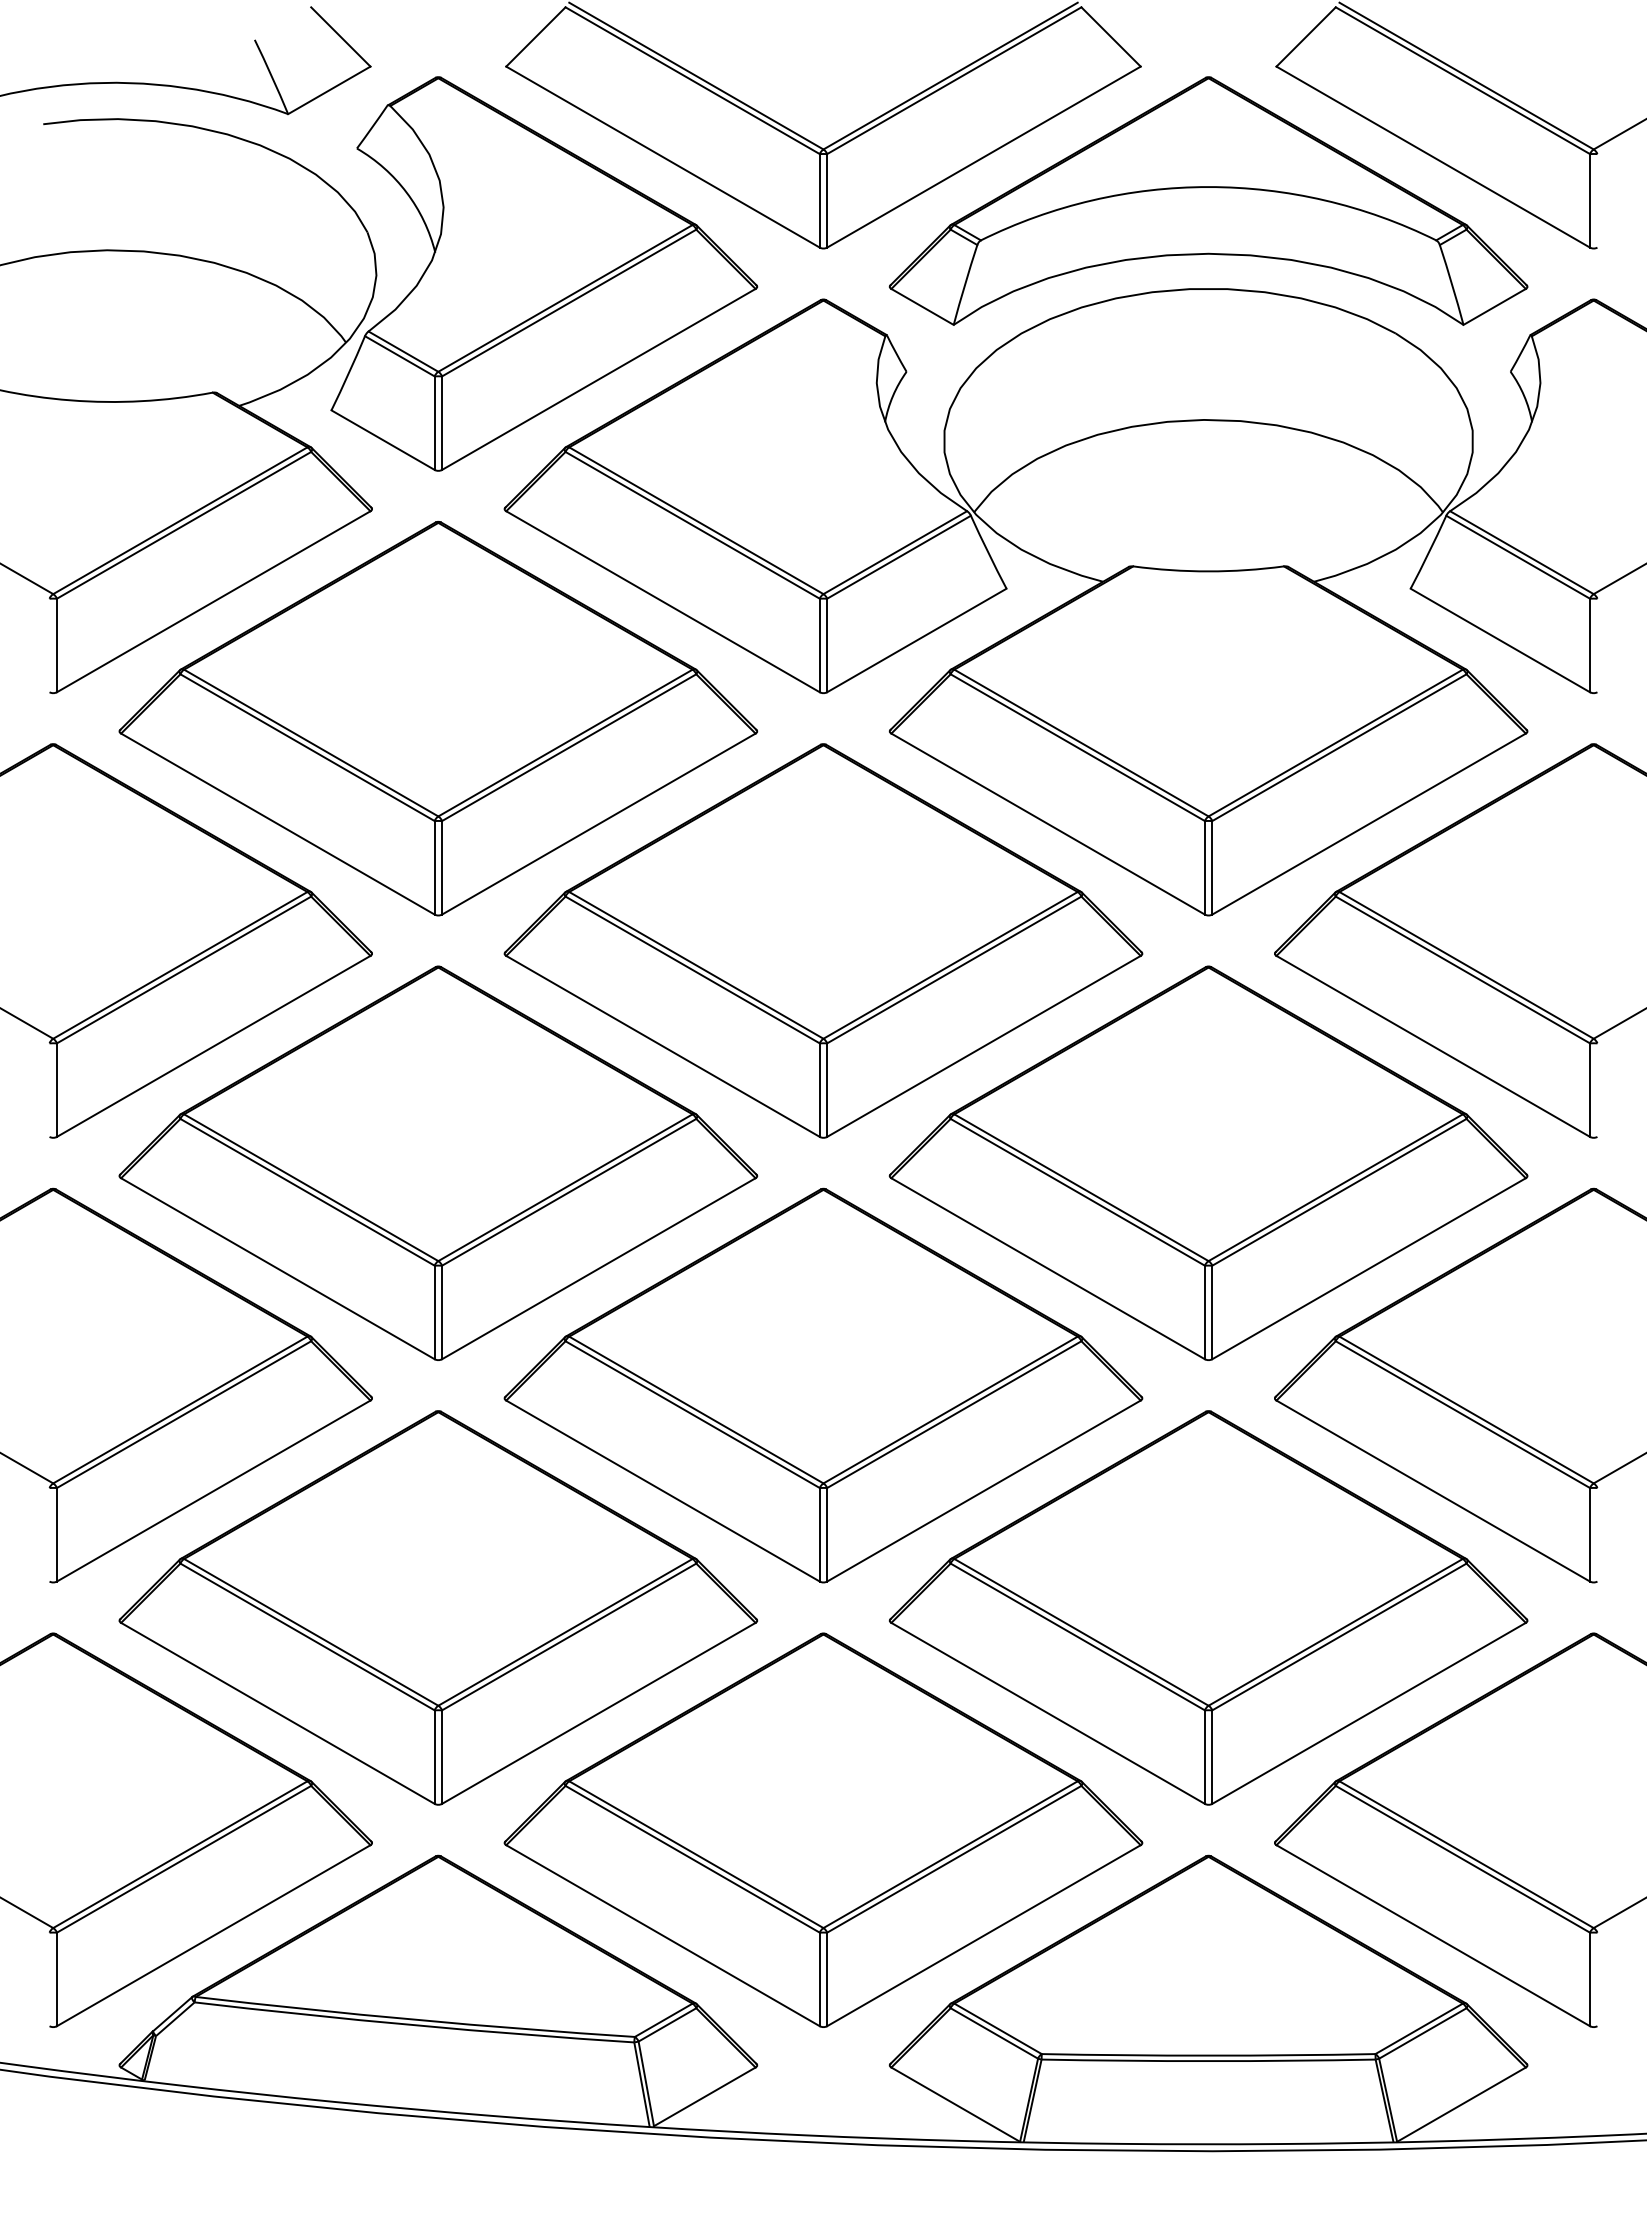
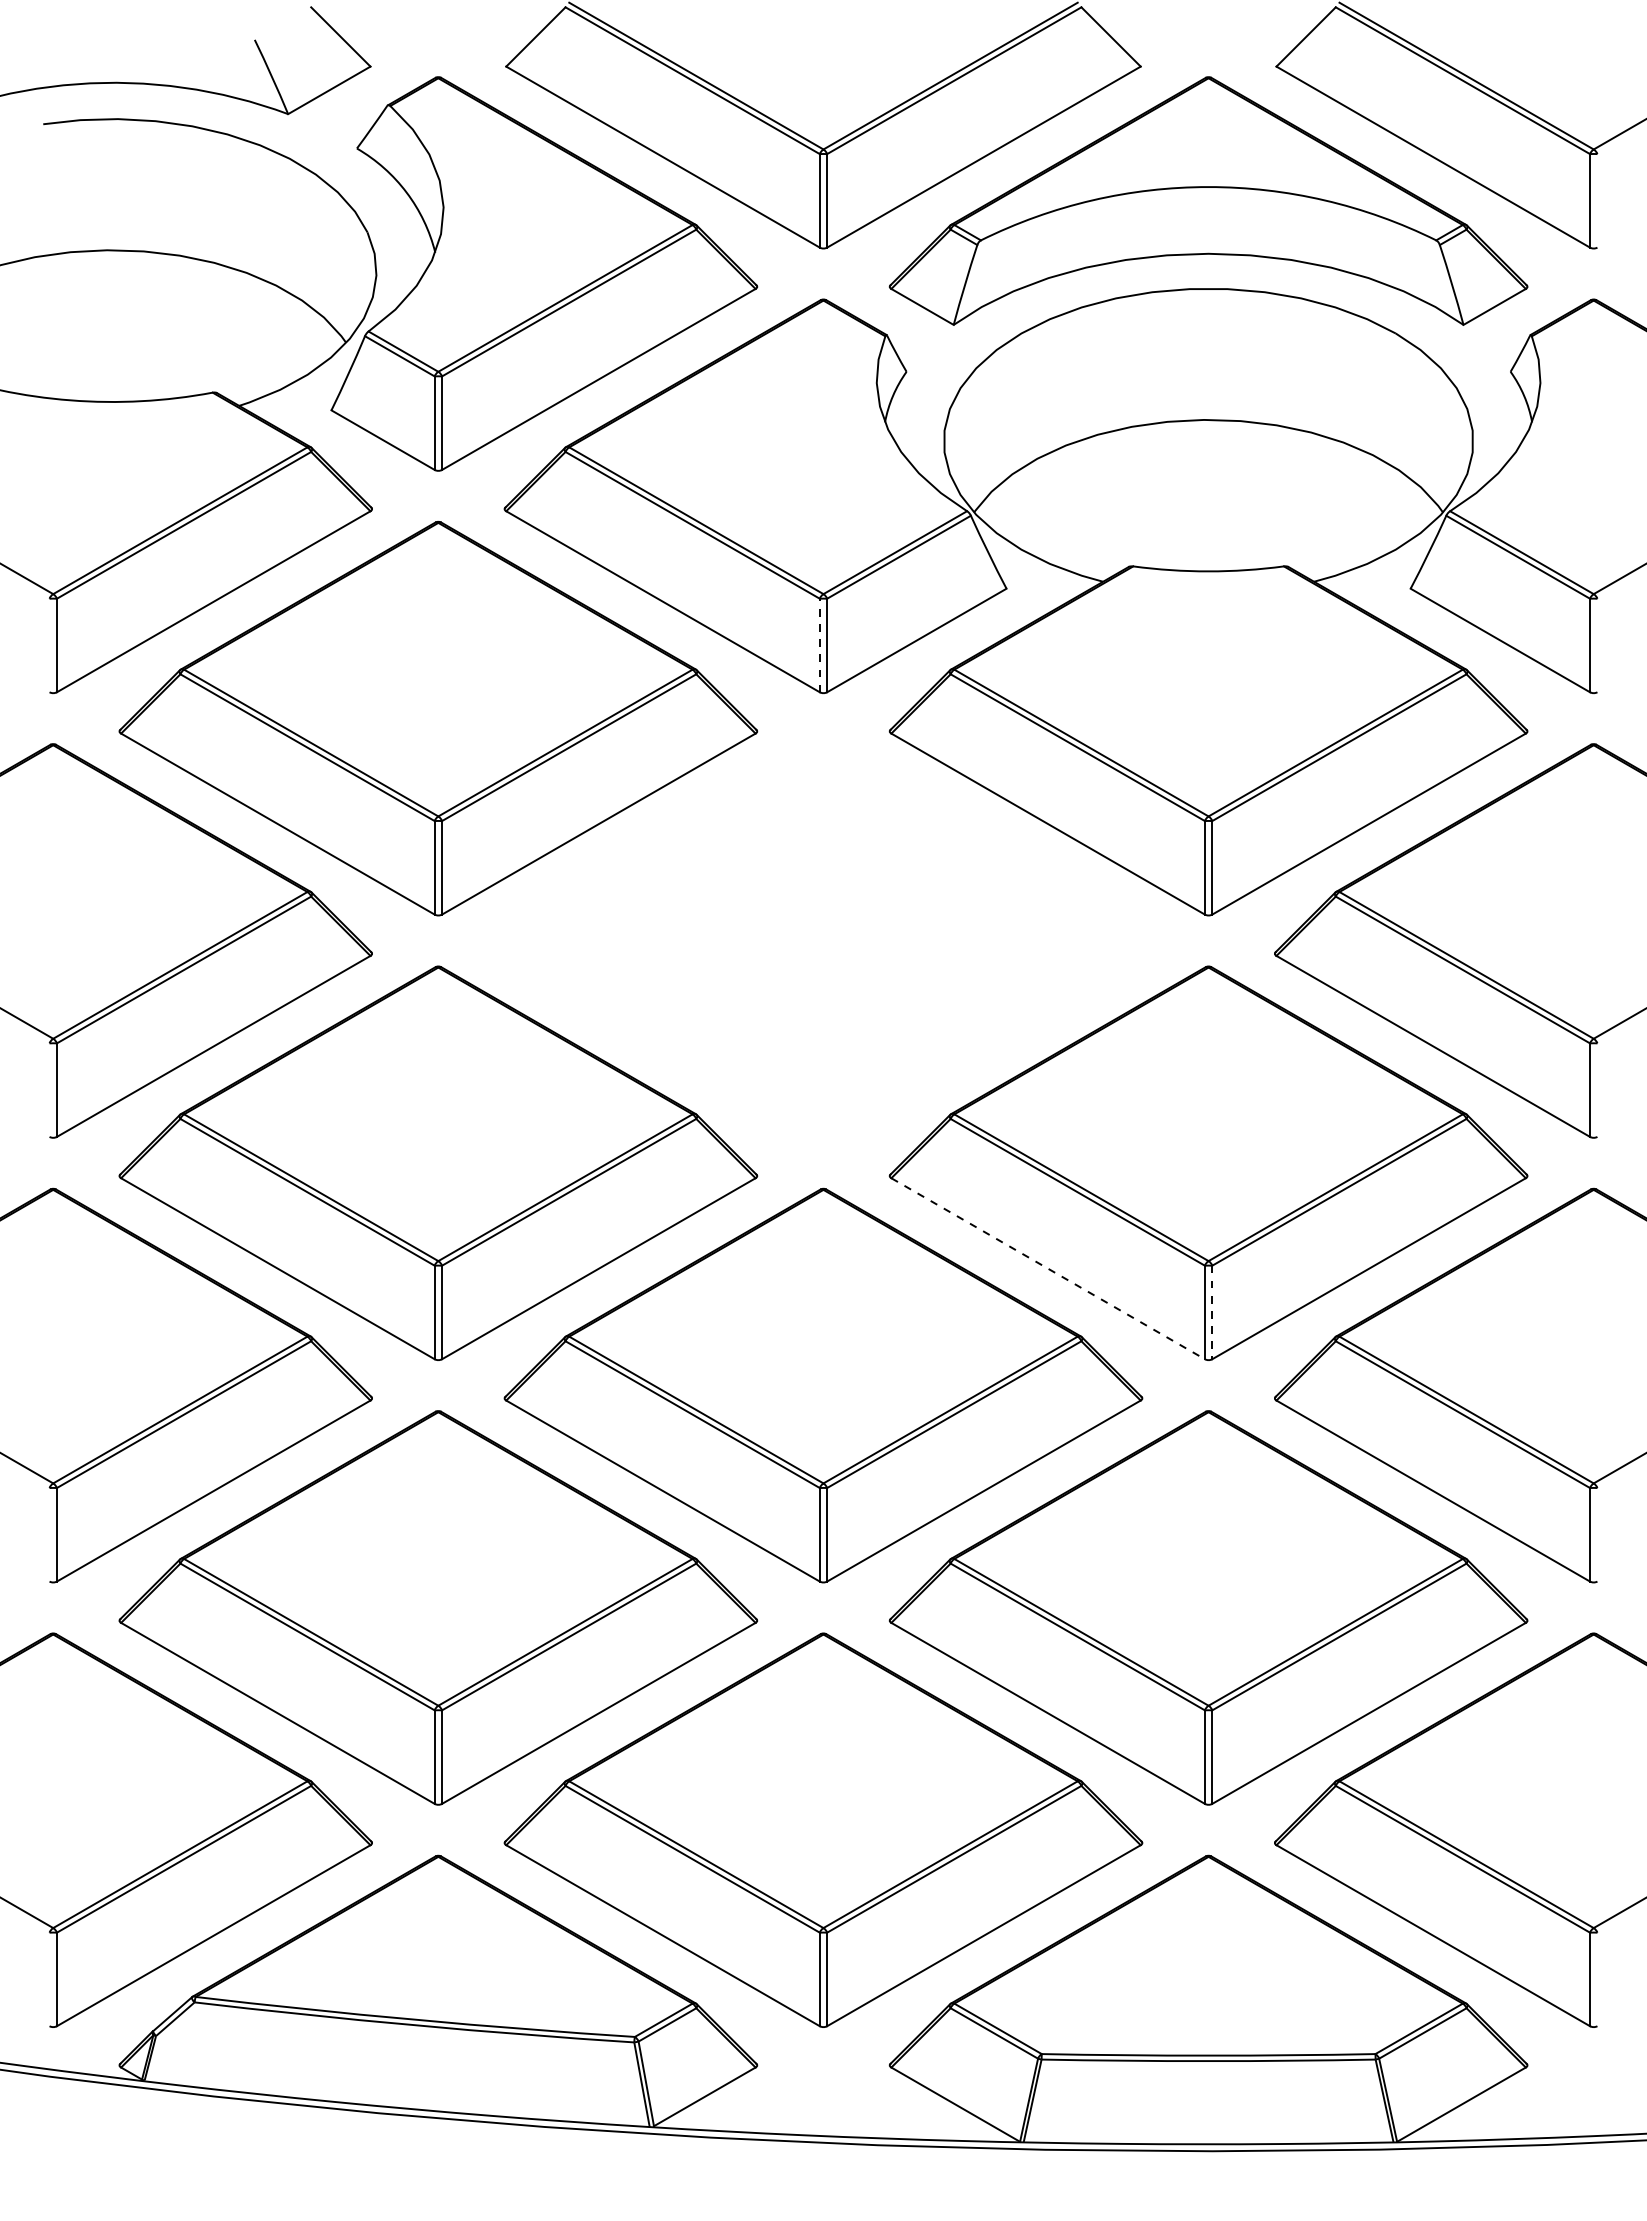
line at (819, 645): solid -> dashed
part at (823, 940): present -> none
line at (1048, 1268): solid -> dashed
line at (1212, 1312): solid -> dashed
